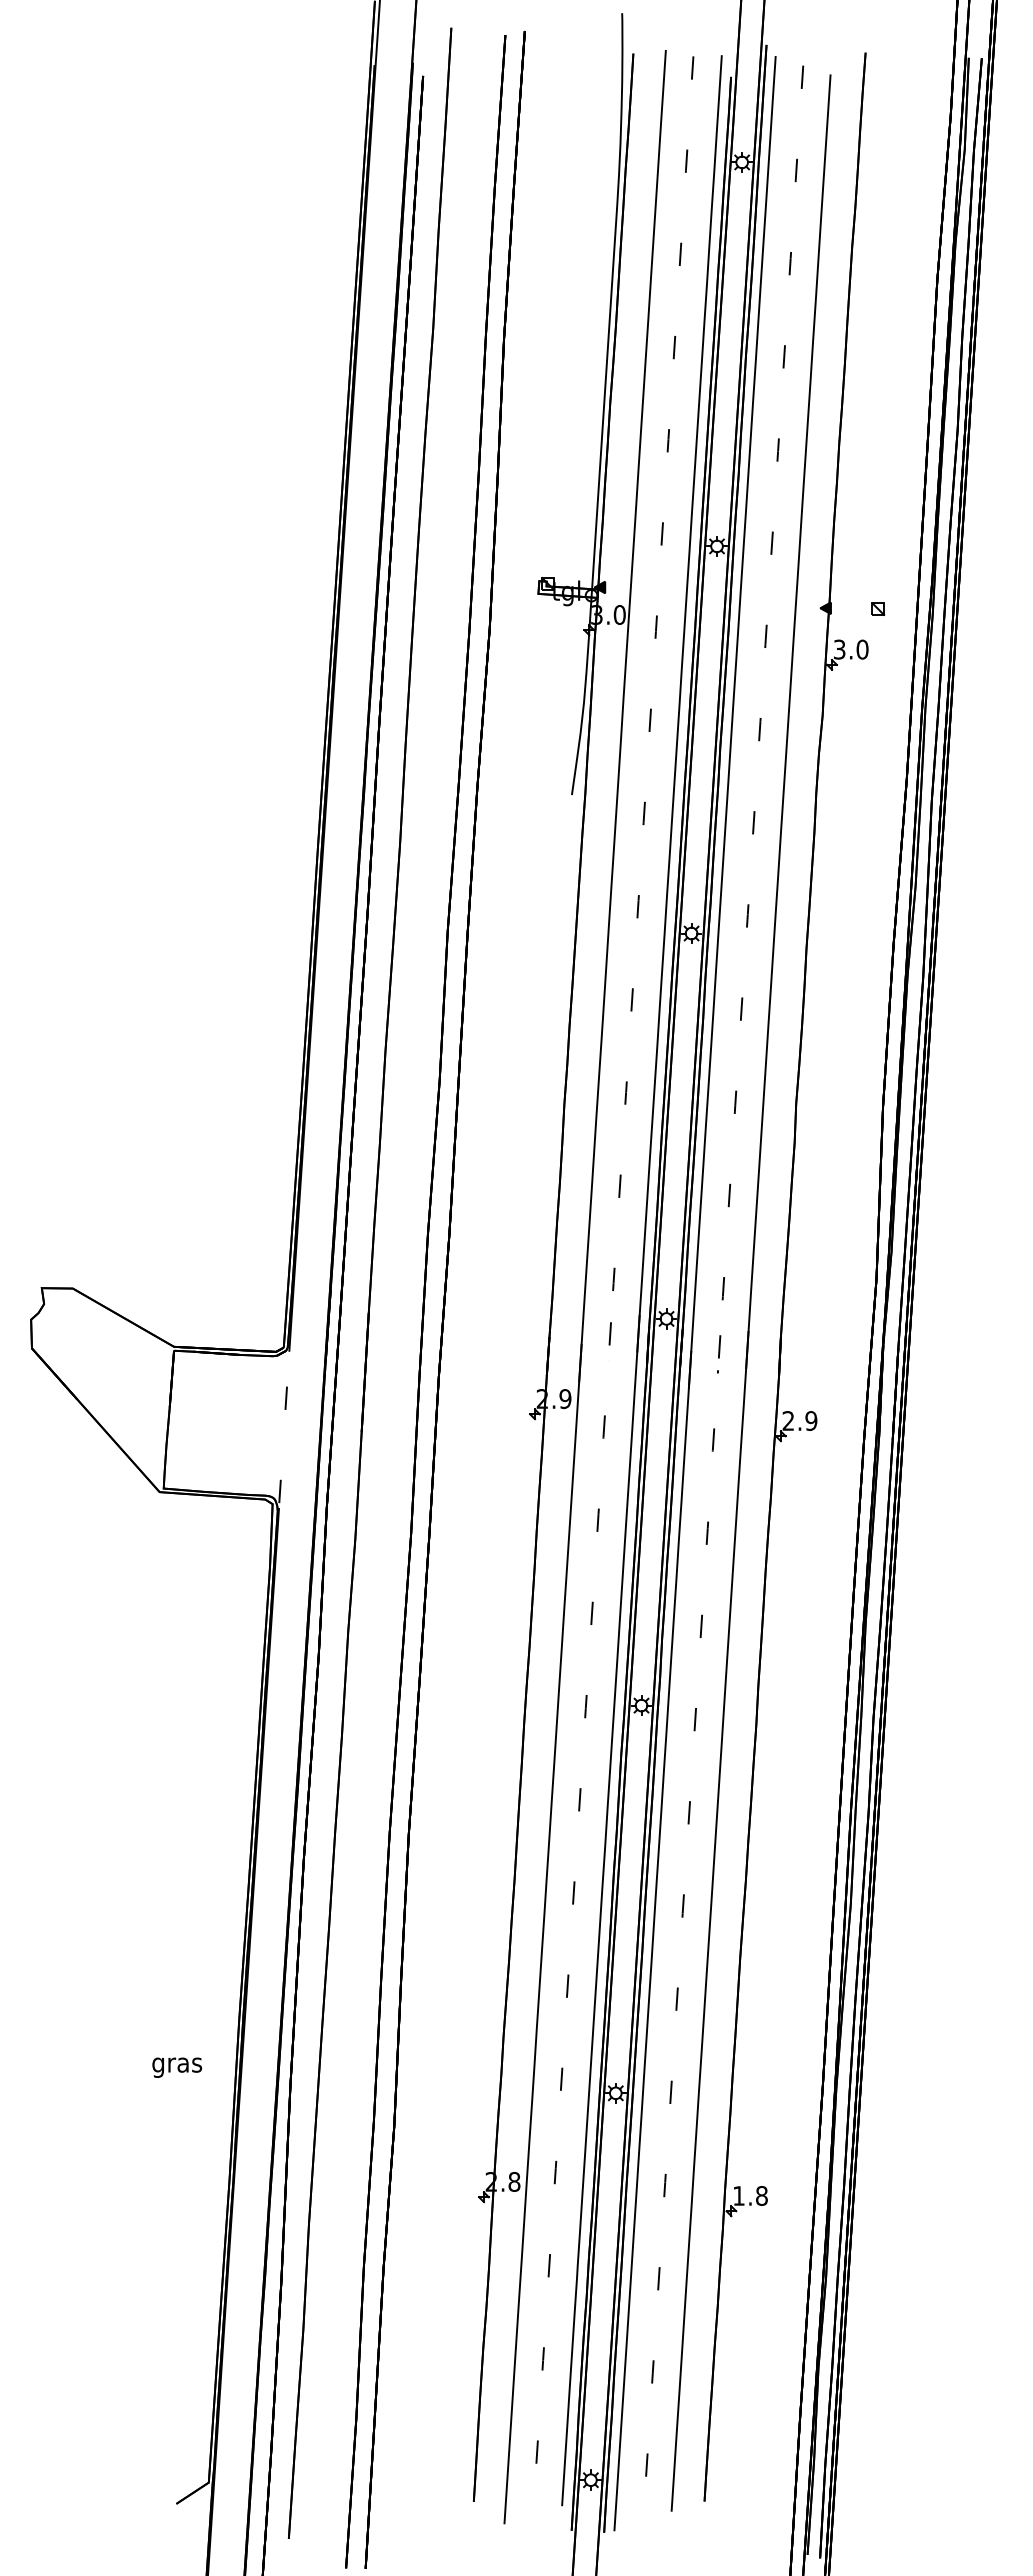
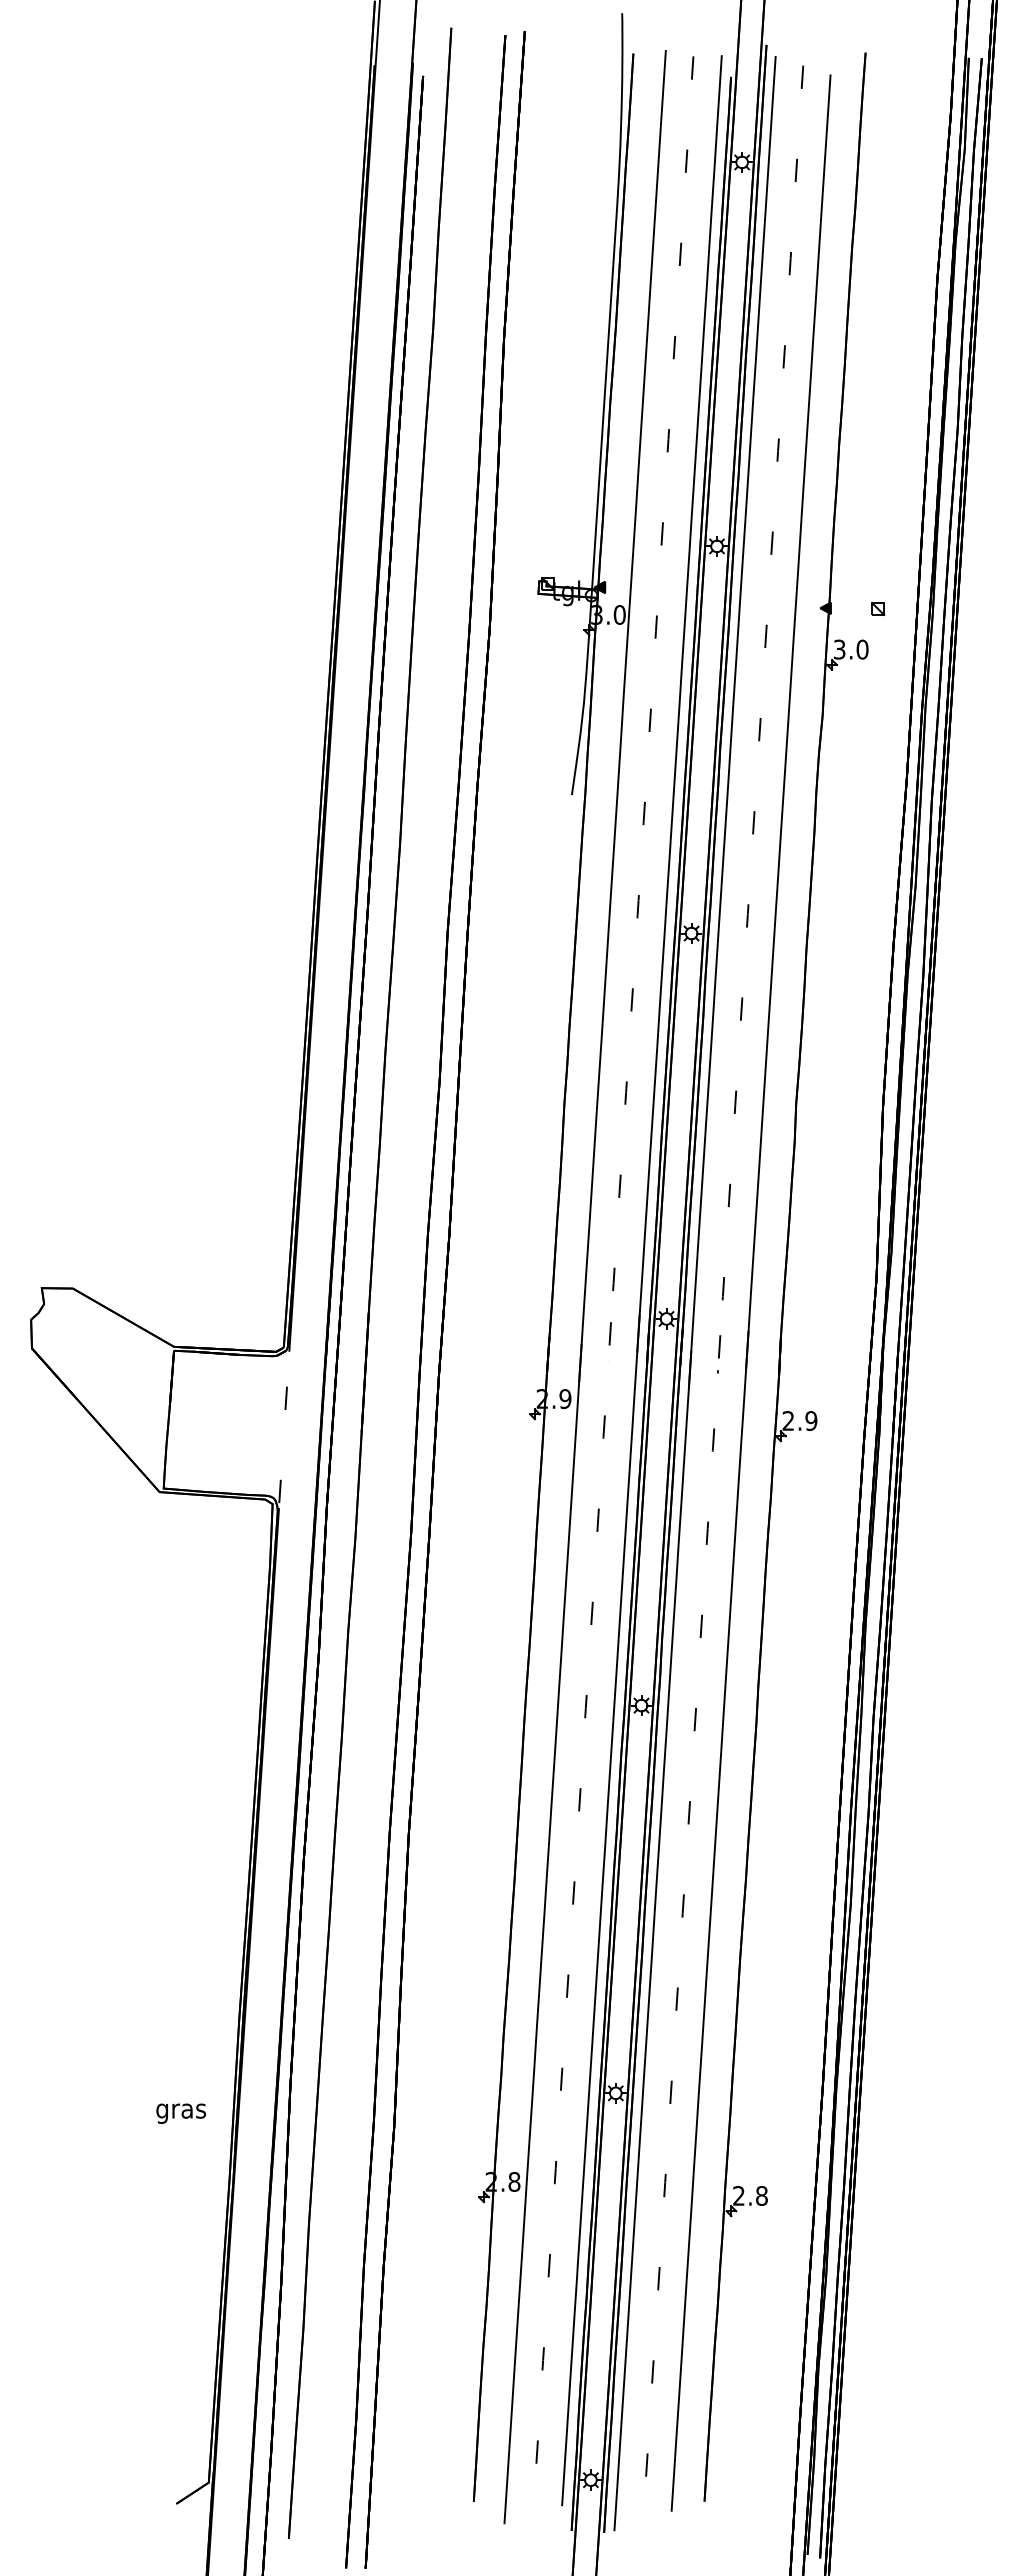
text at (177, 2067) position: (177, 2067) -> (181, 2113)
text at (738, 2195): 1.8 -> 2.8
